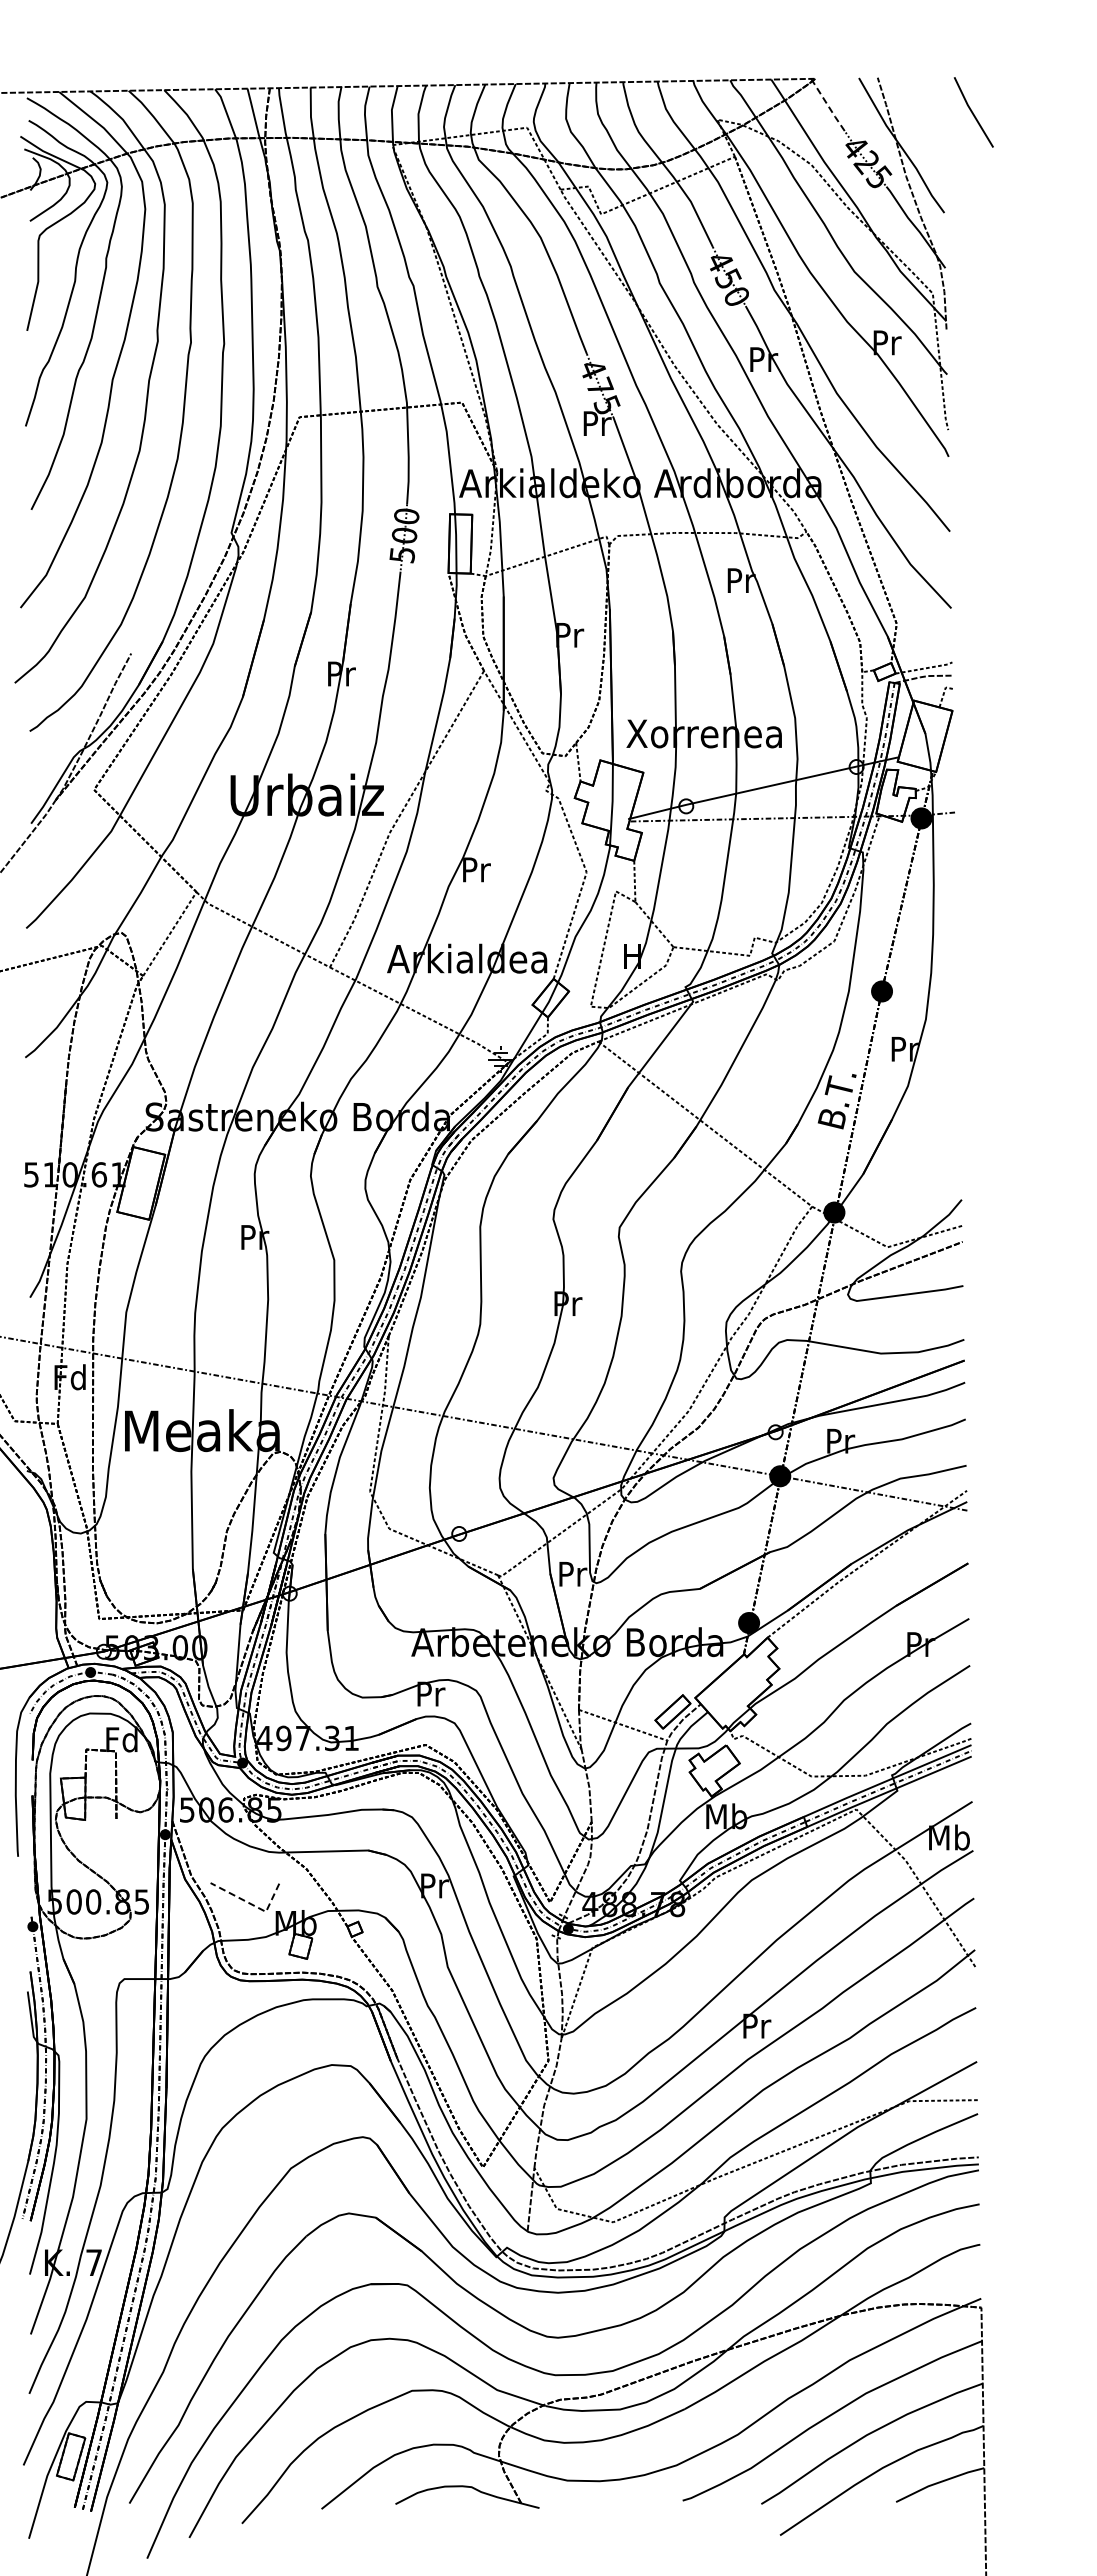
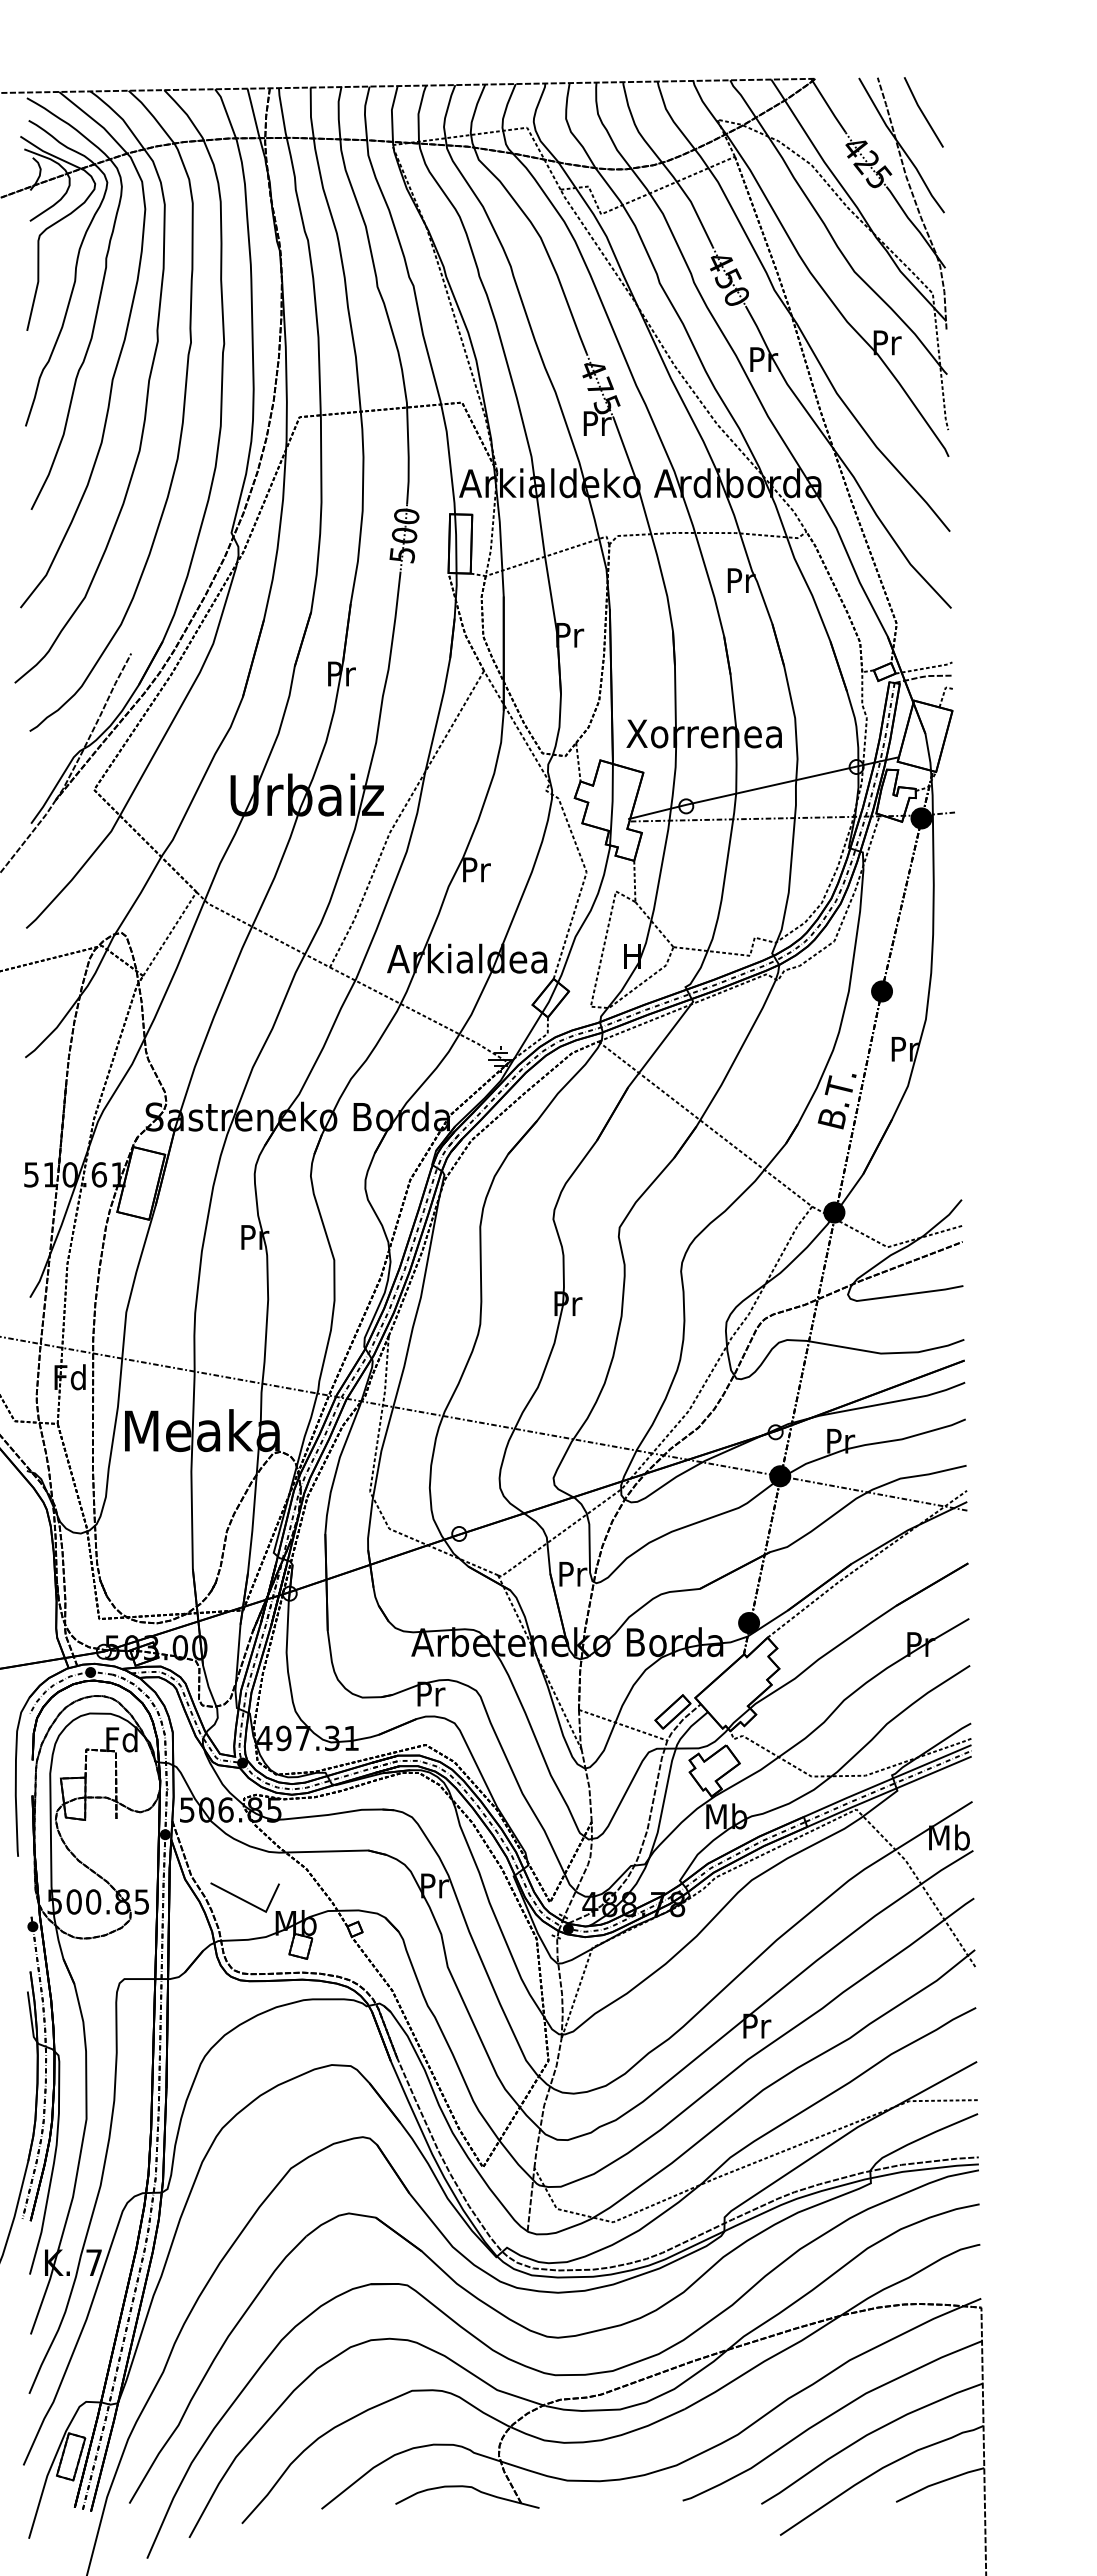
line at (828, 106): dashed -> solid
line at (973, 112) position: (973, 112) -> (923, 112)
line at (252, 1905): dashed -> solid
